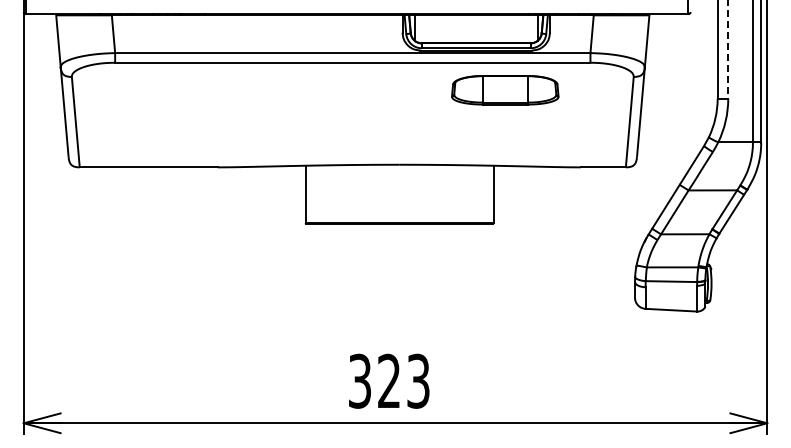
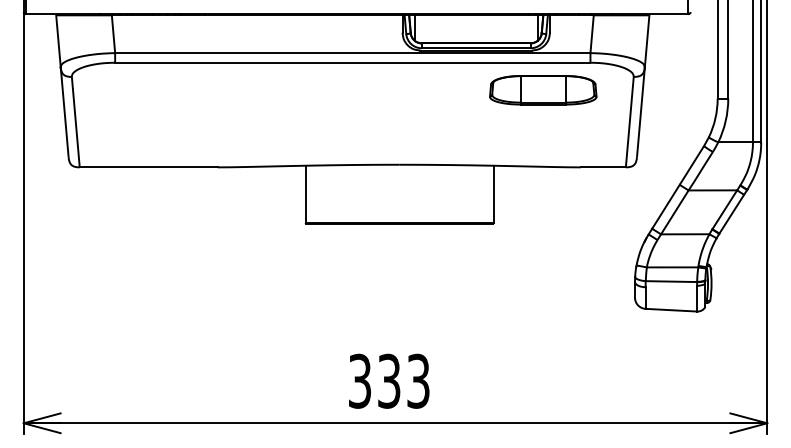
line at (728, 49): dashed -> solid
part at (505, 90) position: (505, 90) -> (543, 90)
text at (389, 381): 323 -> 333
